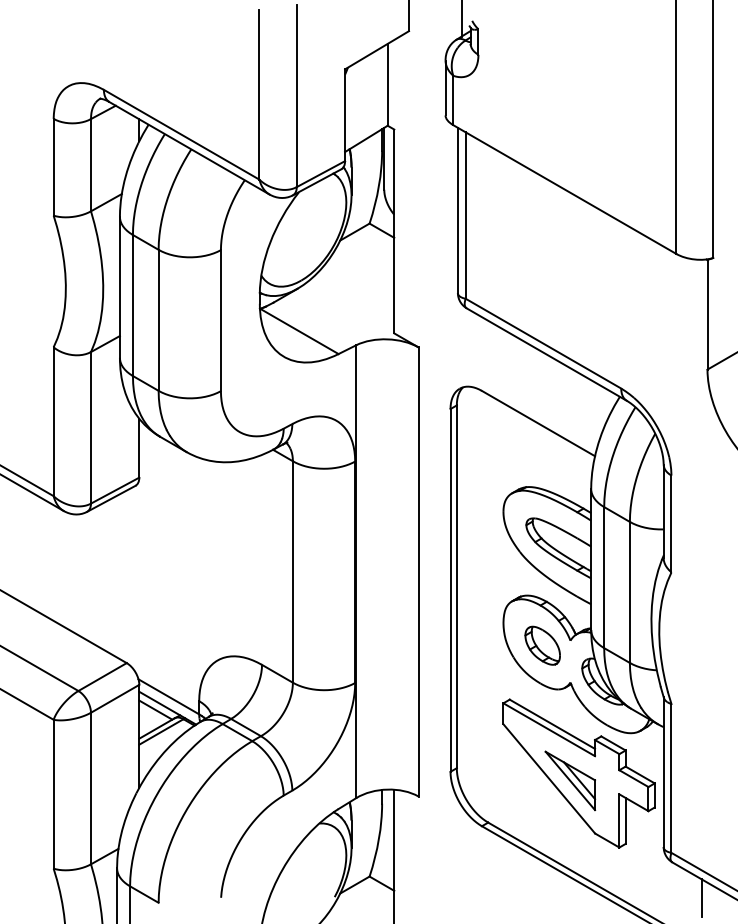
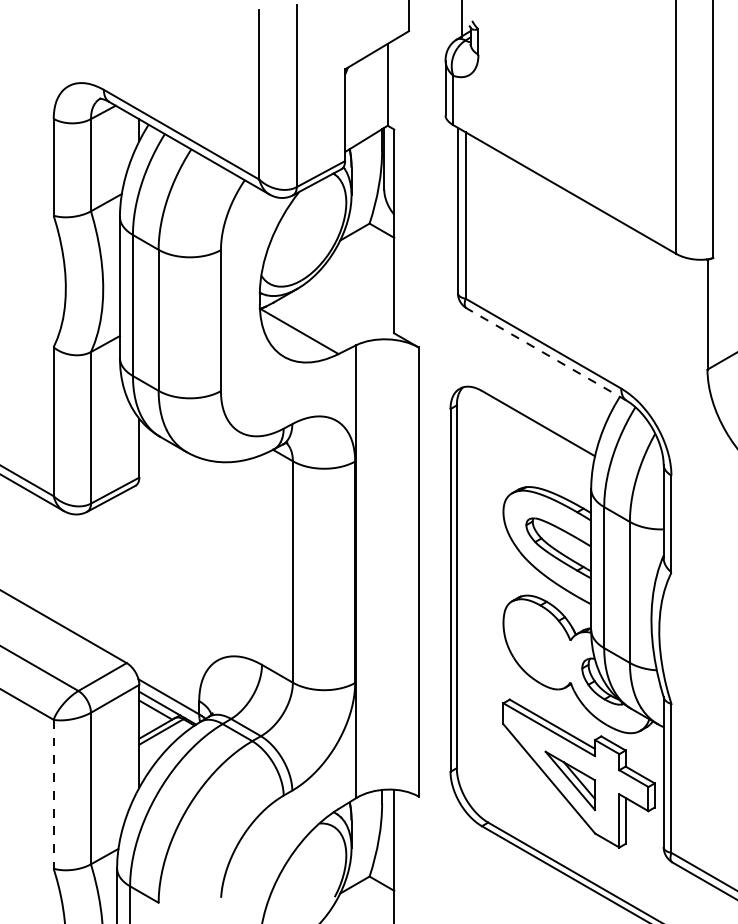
line at (546, 354): solid -> dashed
part at (542, 645): present -> none
line at (53, 794): solid -> dashed
line at (701, 897): present -> none
